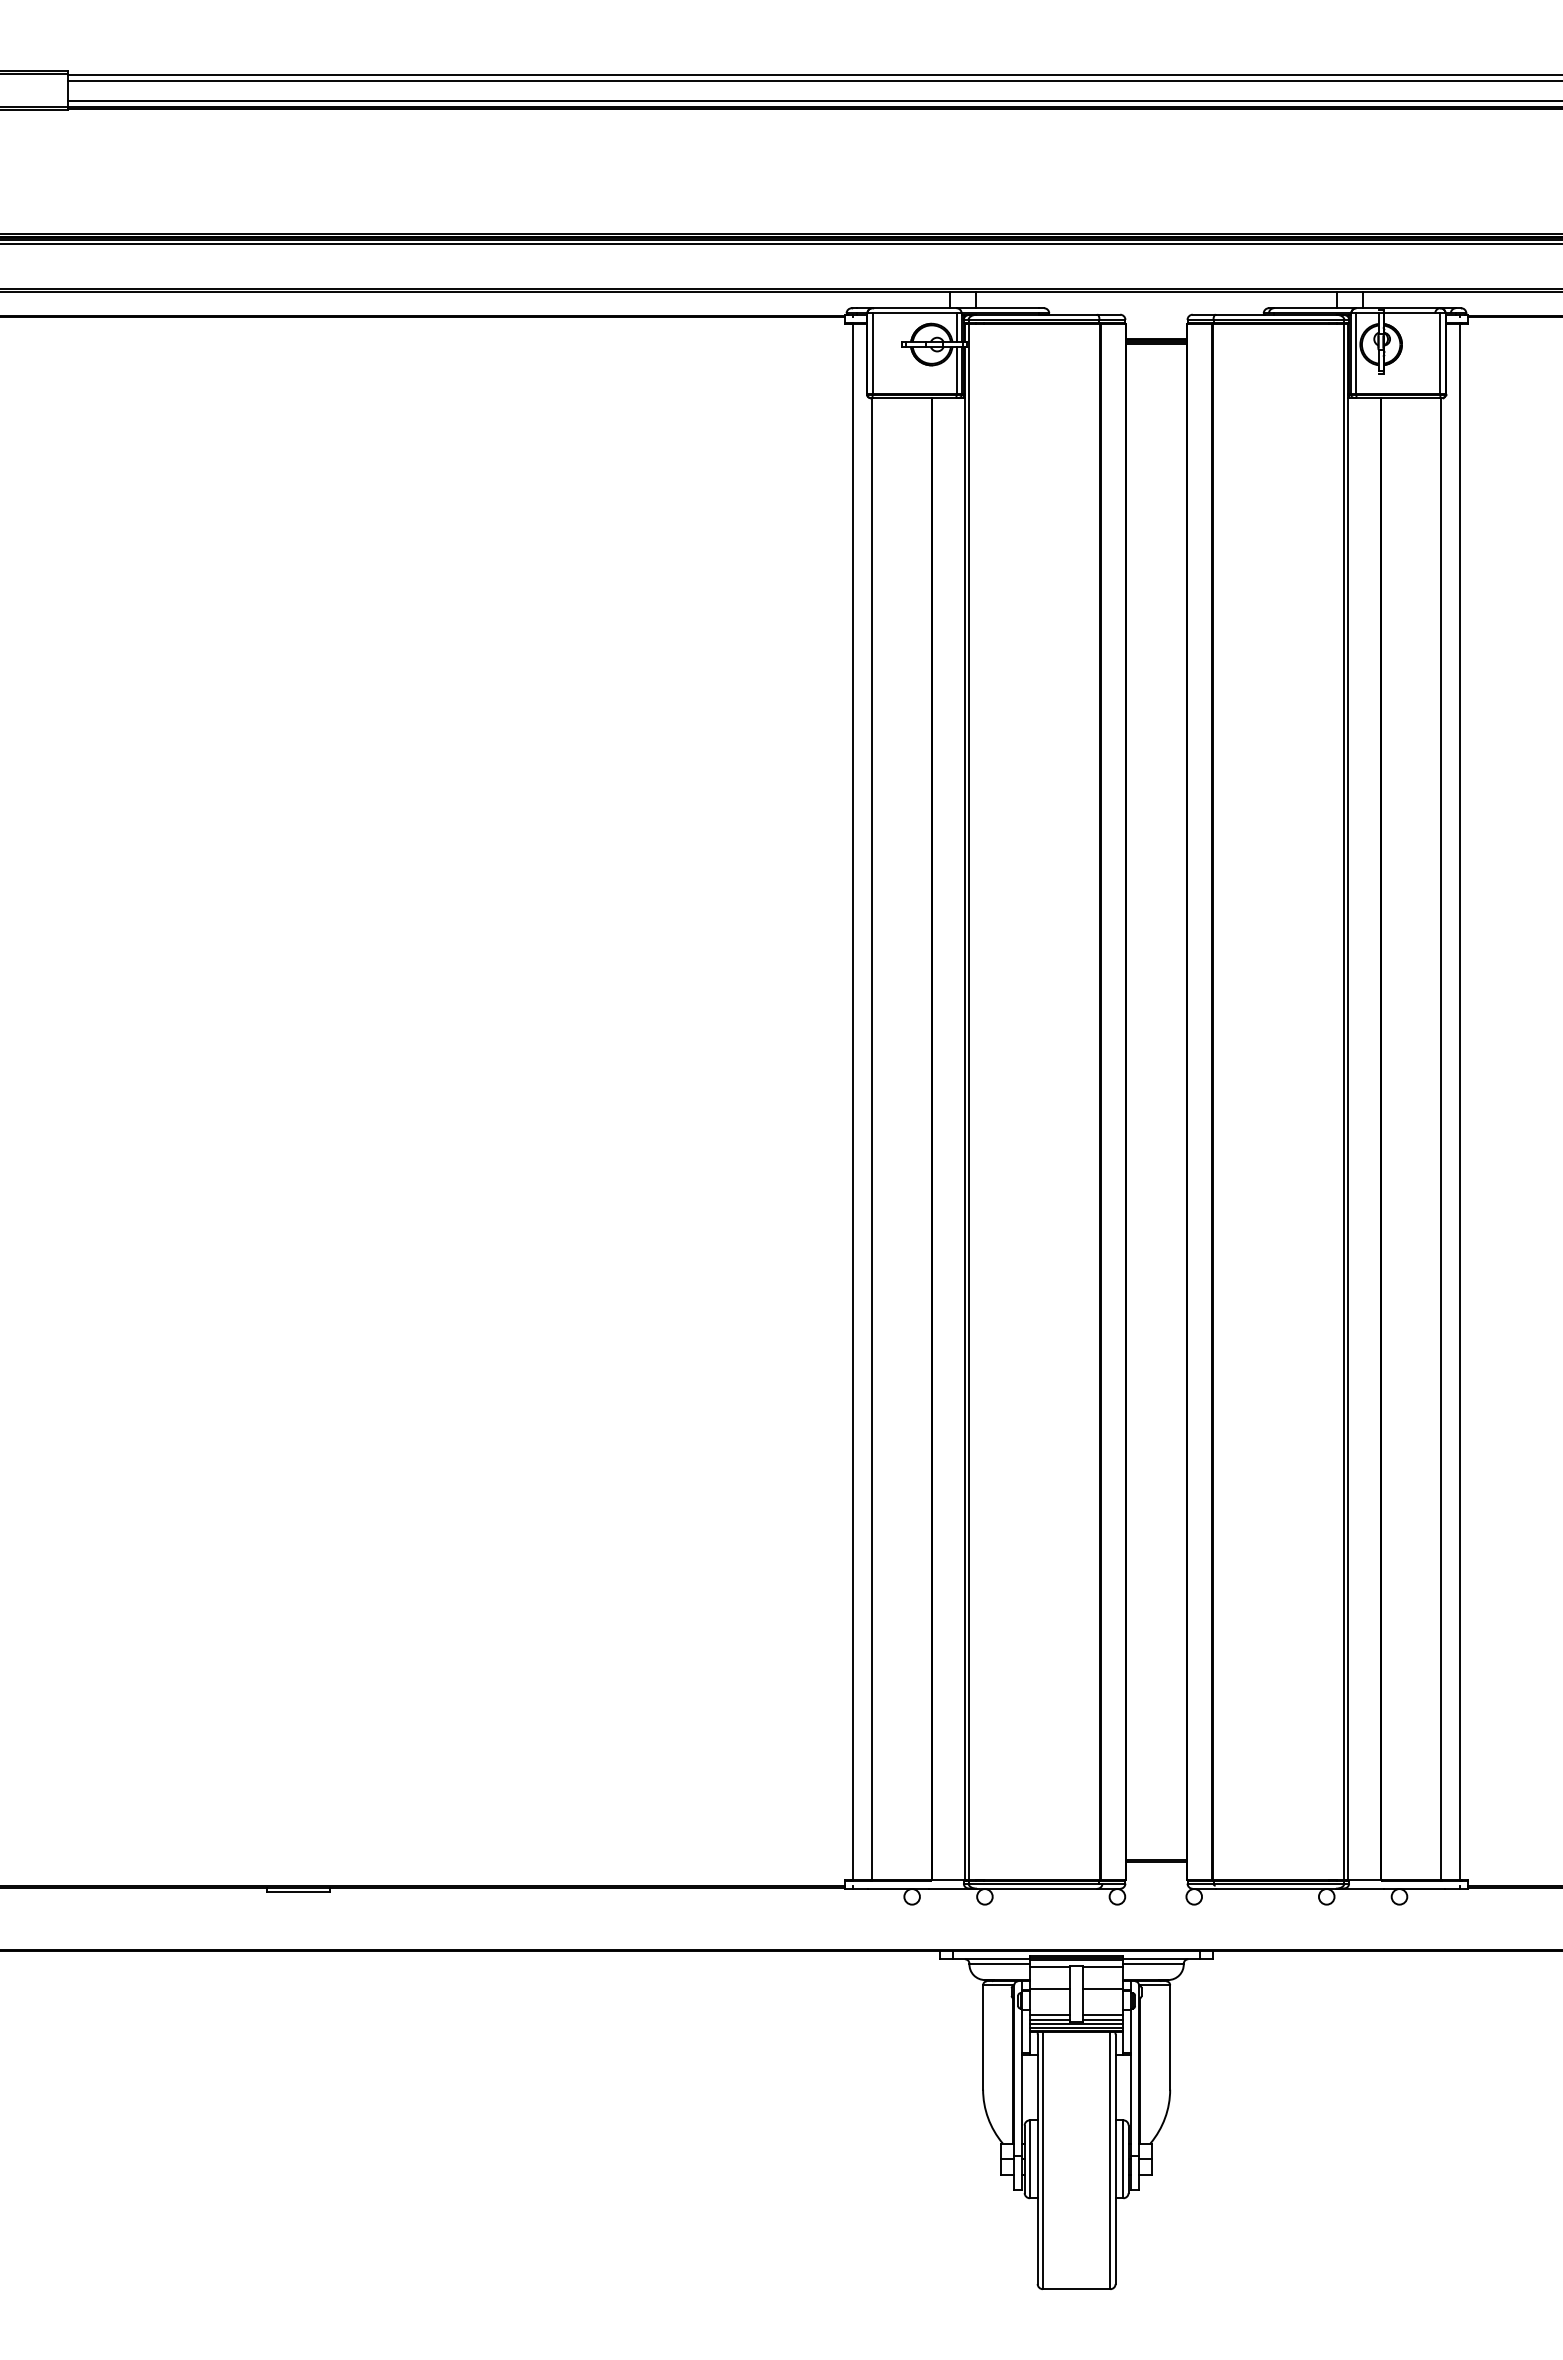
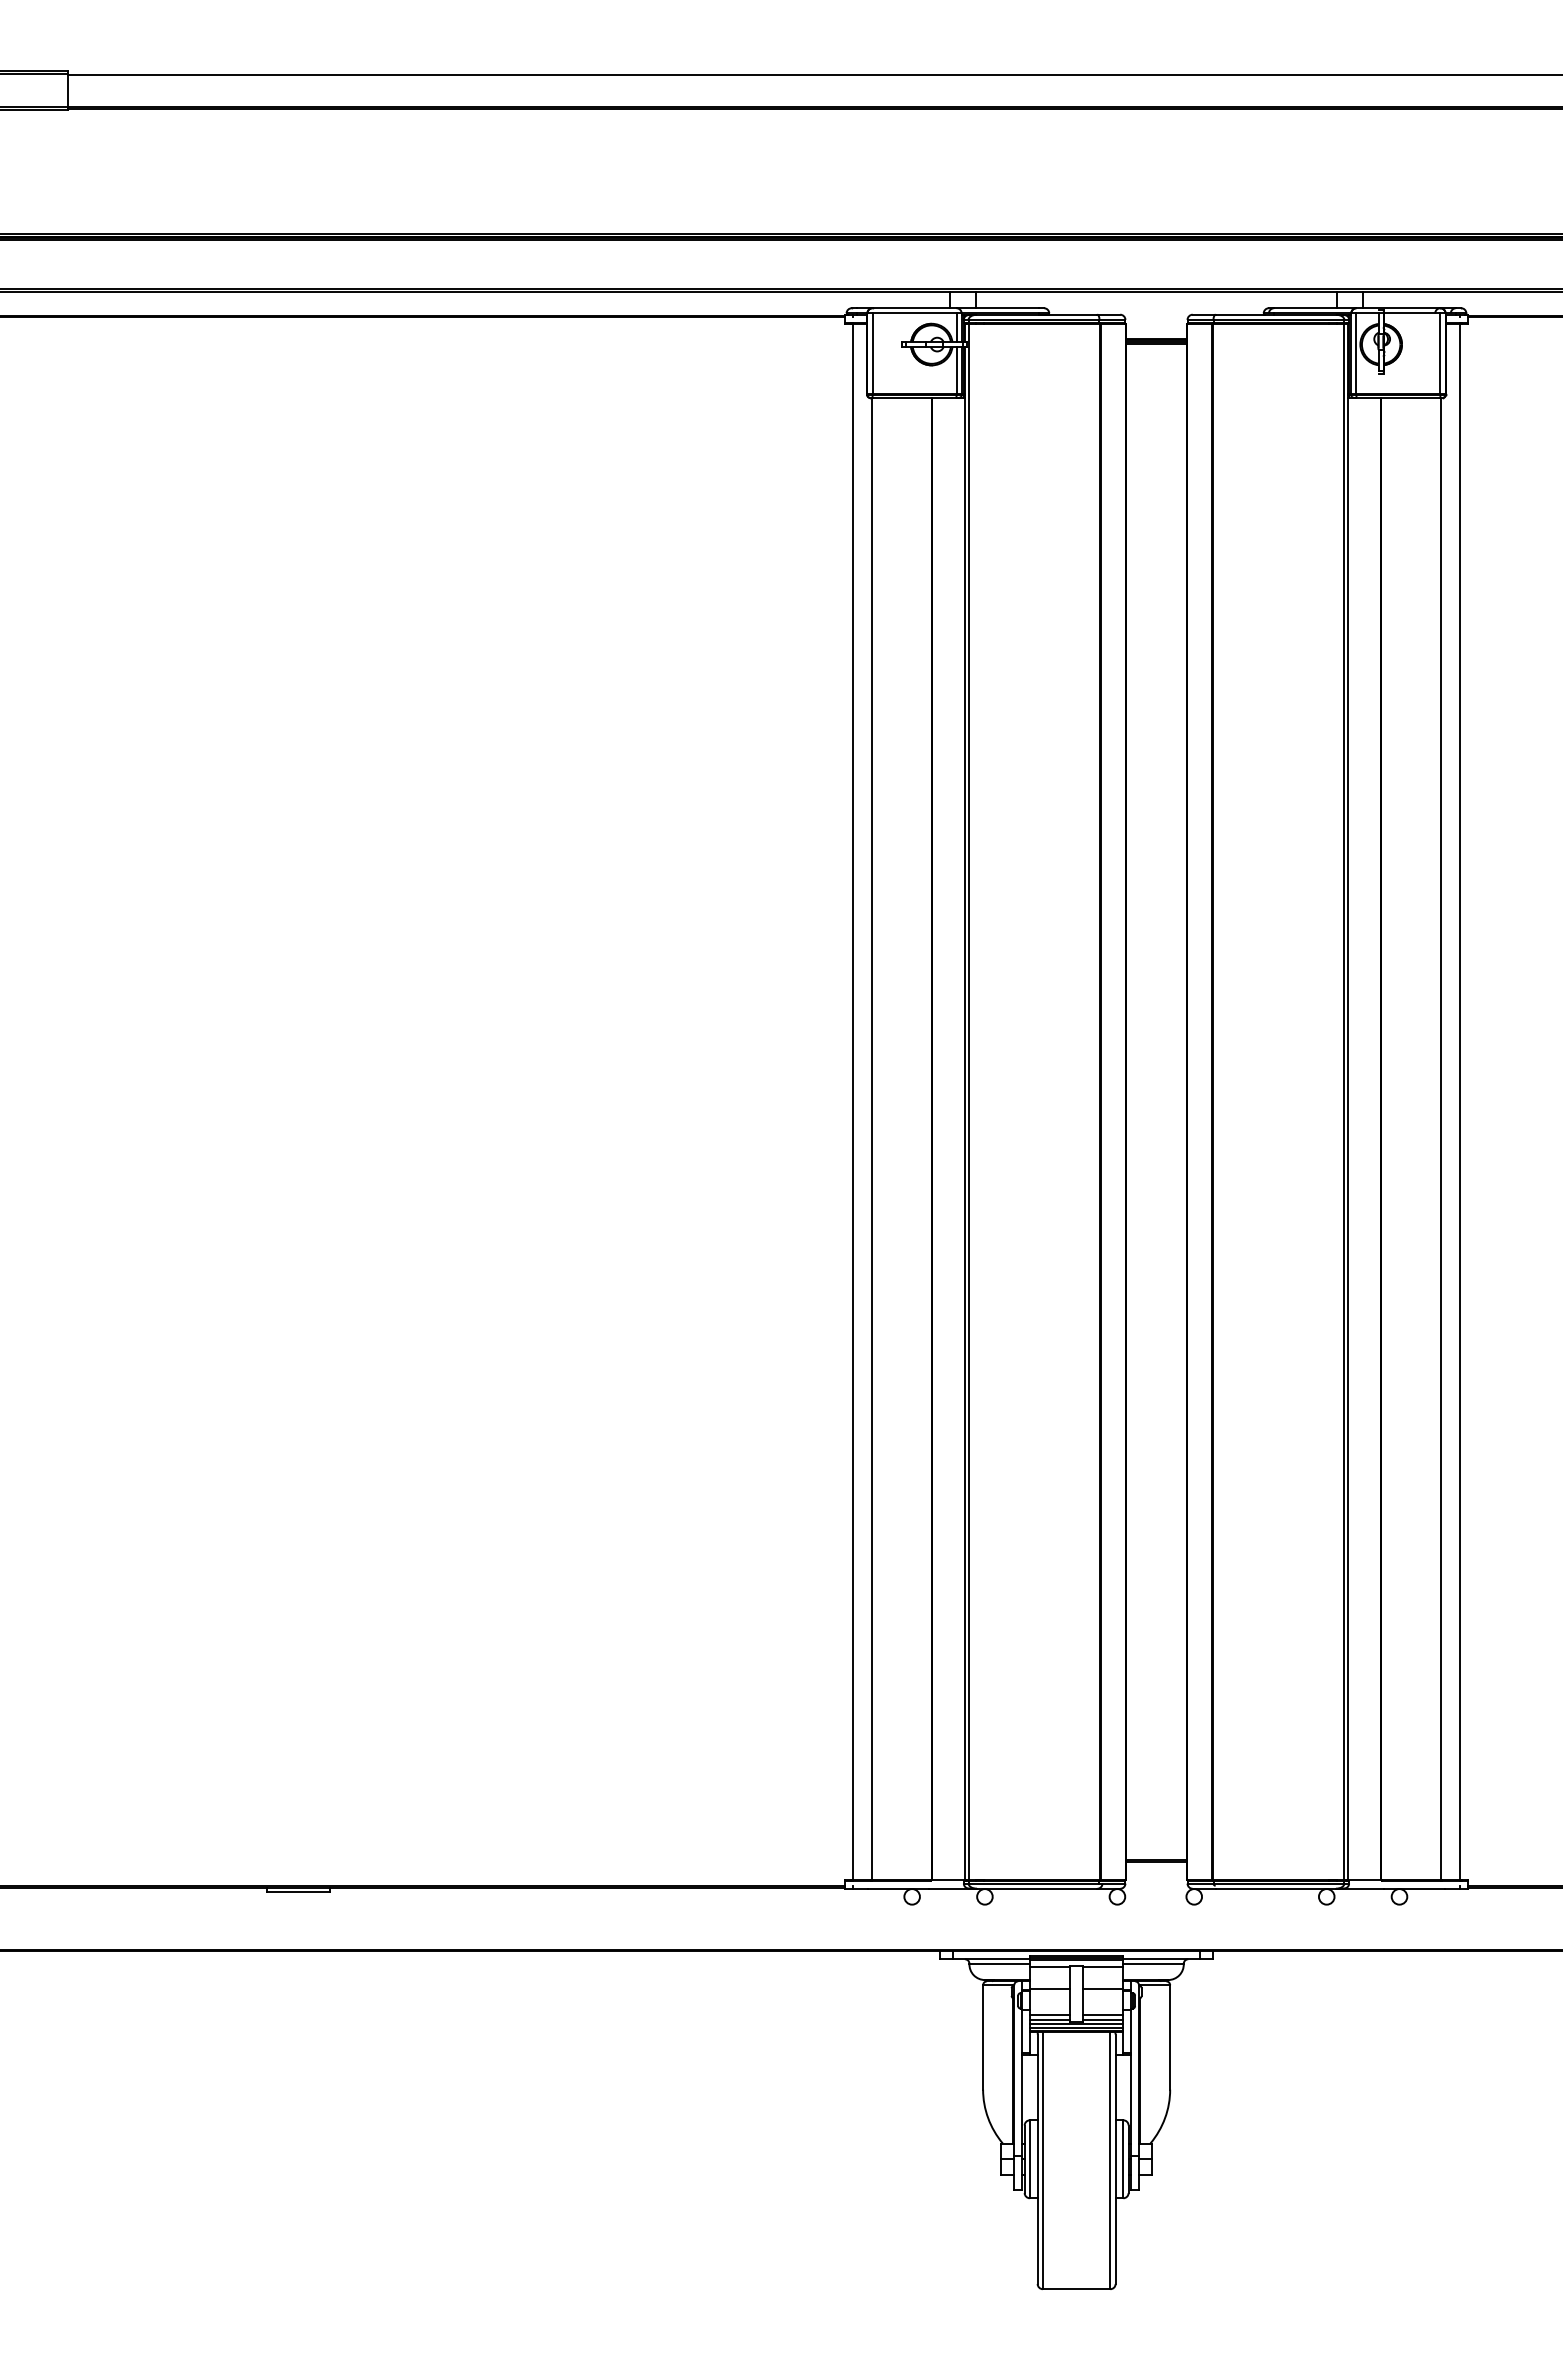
line at (813, 80): present -> none
line at (813, 101): present -> none
line at (780, 243): present -> none
